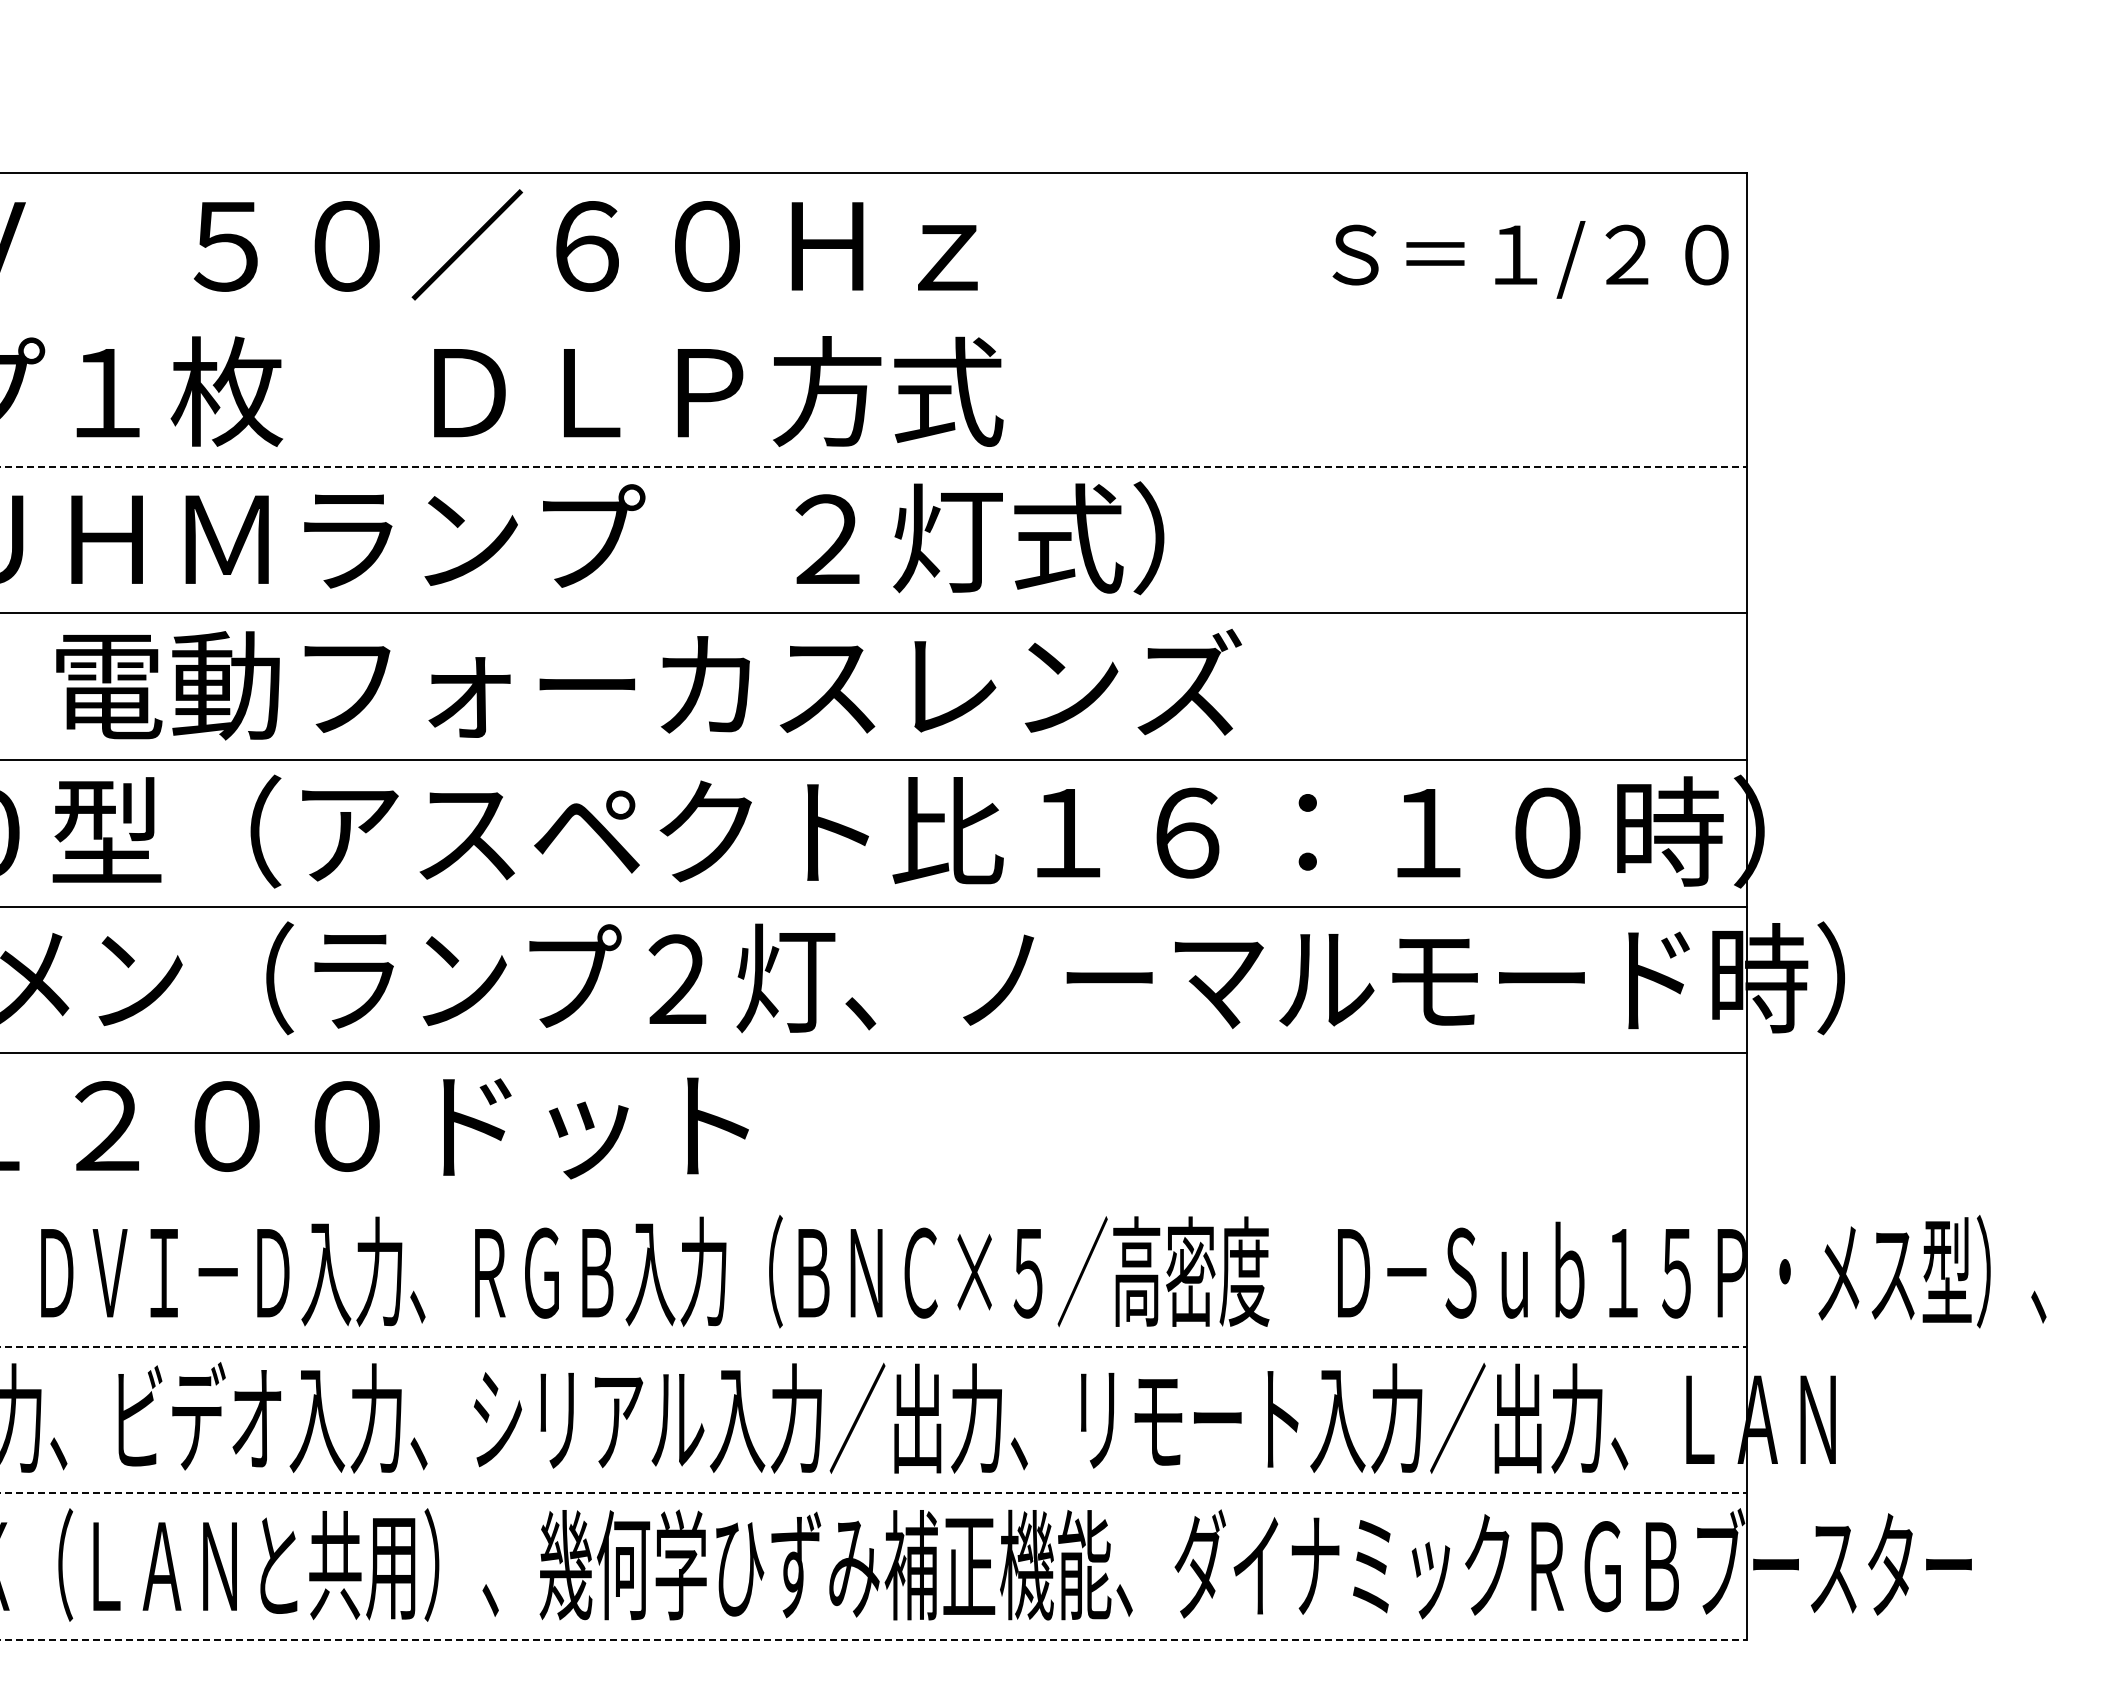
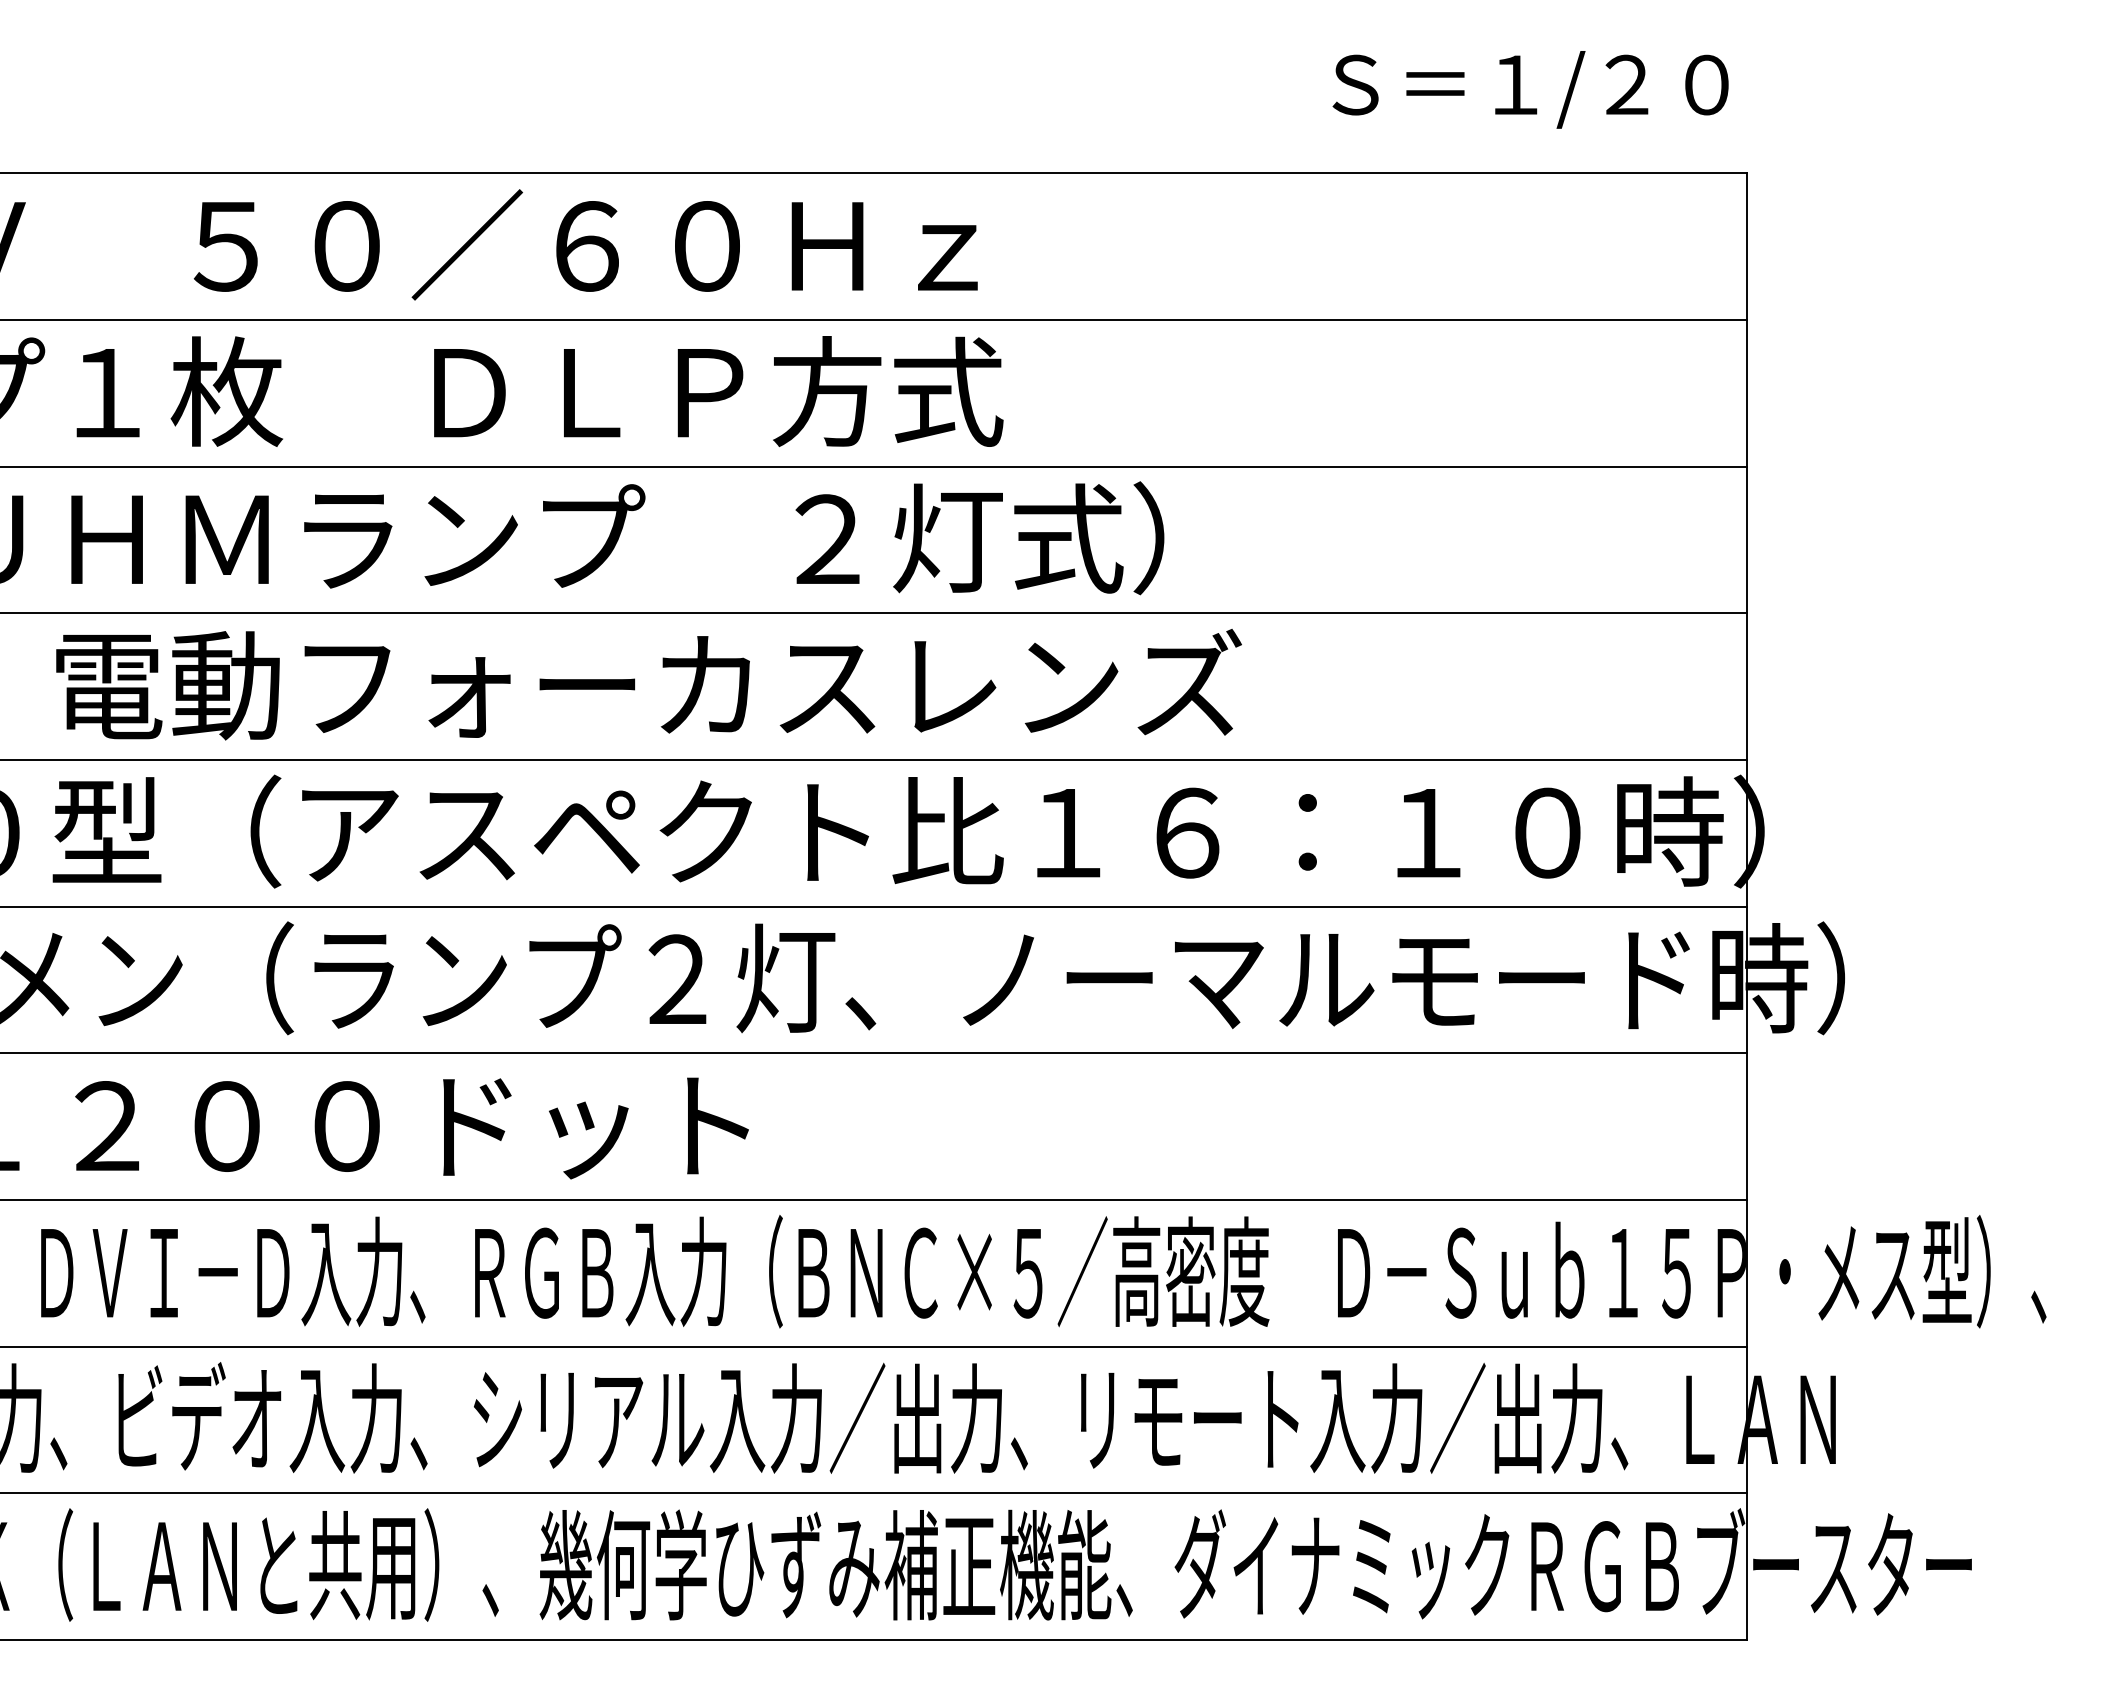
text at (1530, 259) position: (1530, 259) -> (1530, 89)
line at (874, 319): none -> present
line at (874, 466): dashed -> solid
line at (874, 1199): none -> present
line at (874, 1346): dashed -> solid
line at (874, 1493): dashed -> solid
line at (874, 1640): dashed -> solid
